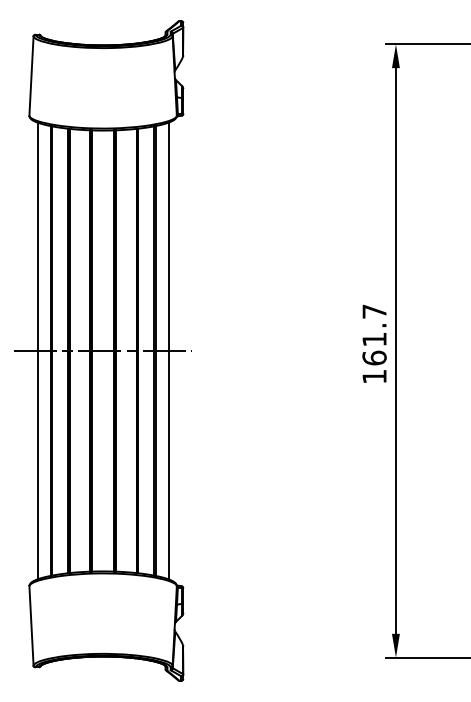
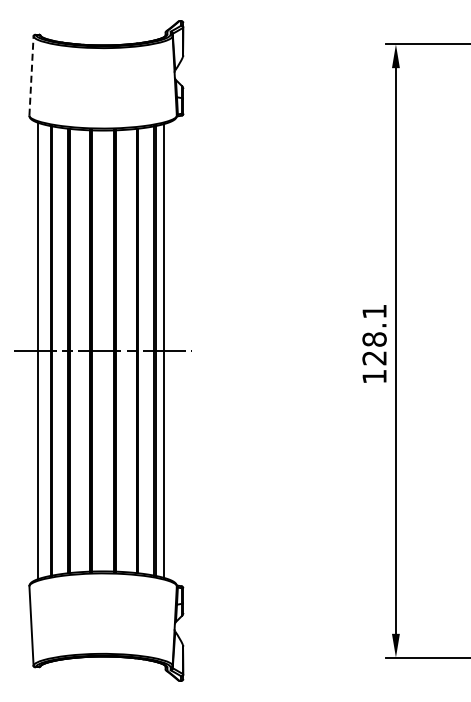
line at (31, 76): solid -> dashed
text at (374, 334): 161.7 -> 128.1
line at (168, 350) position: (168, 350) -> (163, 350)
